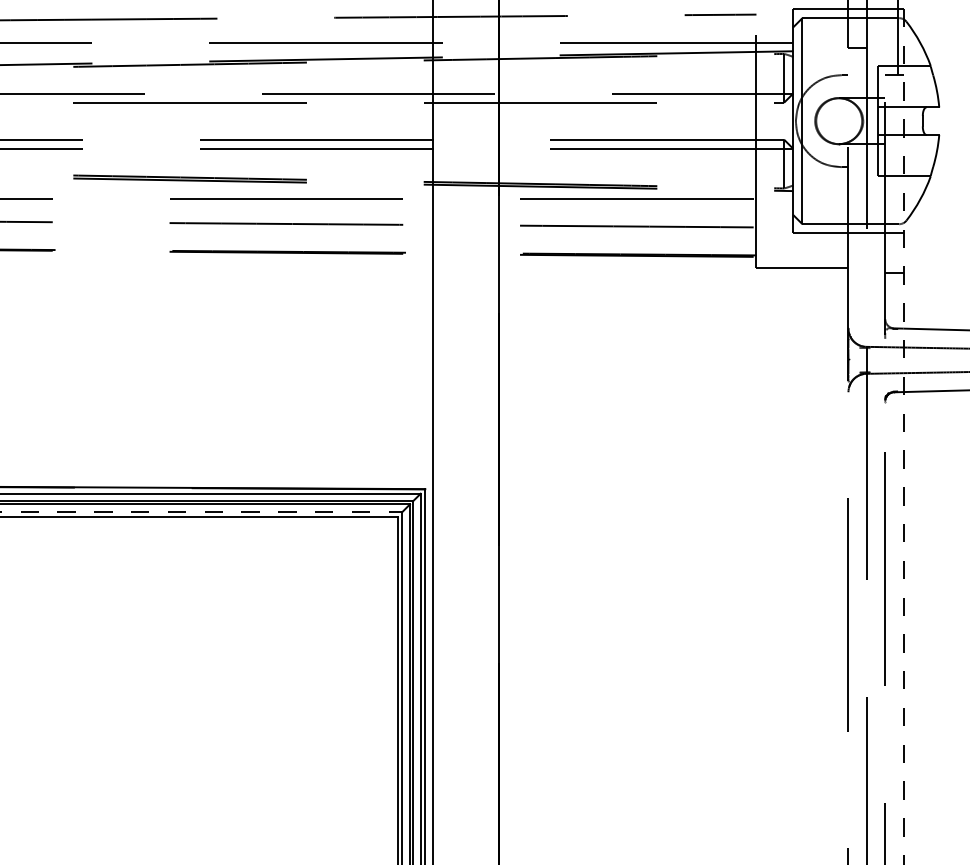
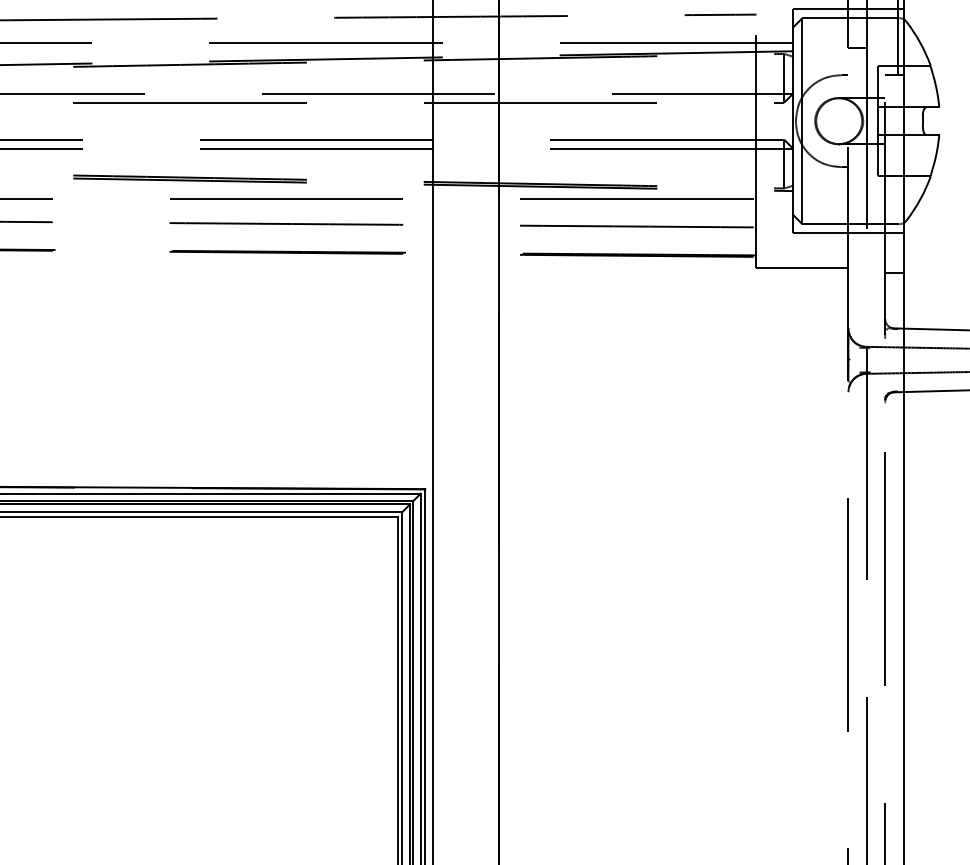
line at (903, 432): dashed -> solid
line at (201, 512): dashed -> solid
